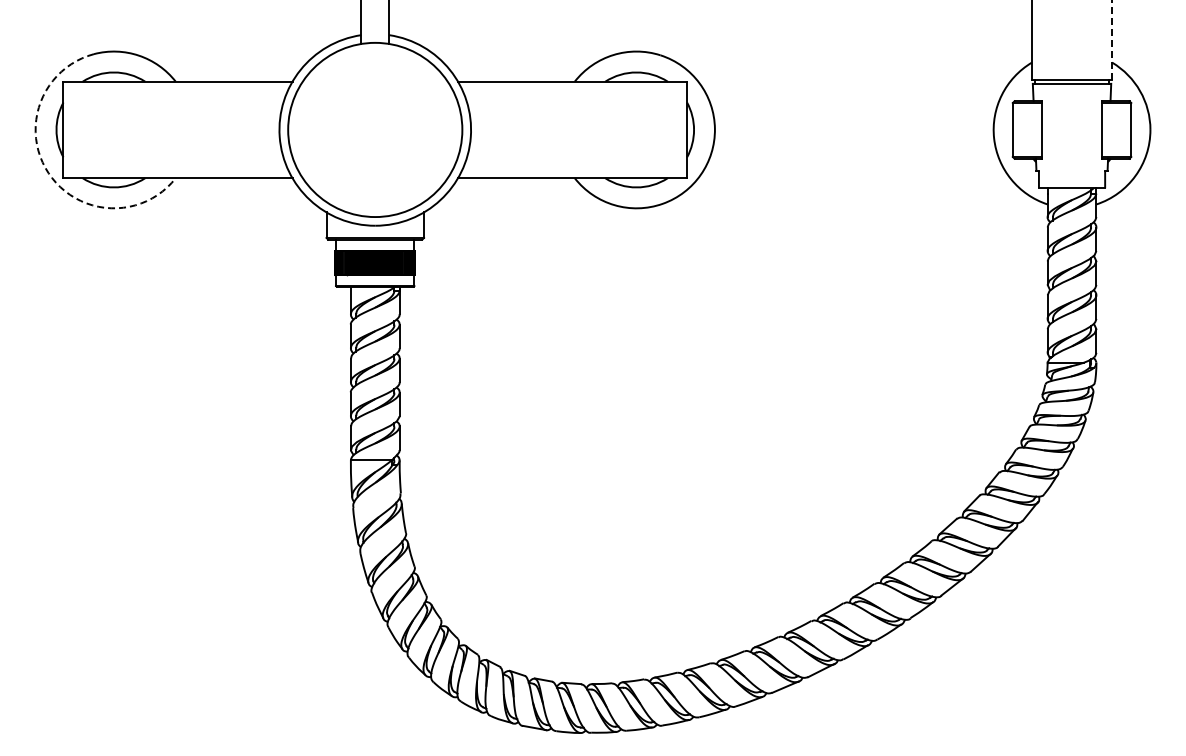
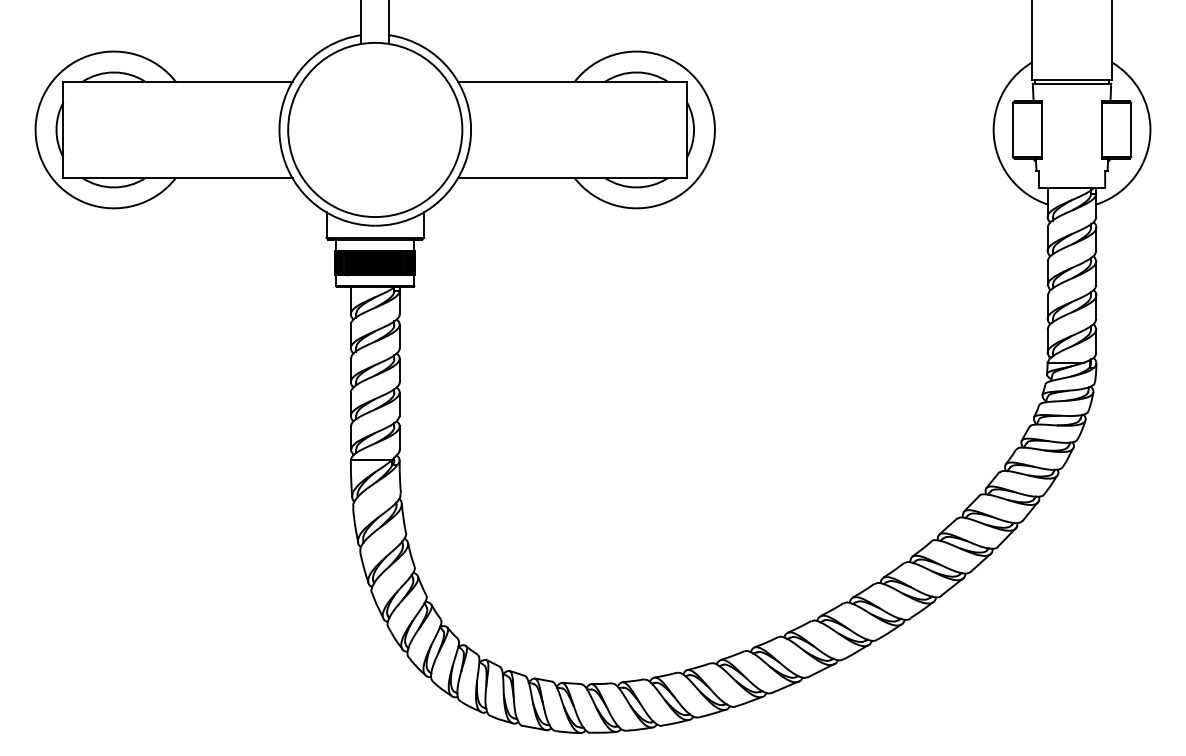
line at (1112, 40): dashed -> solid
arc at (48, 173): dashed -> solid
